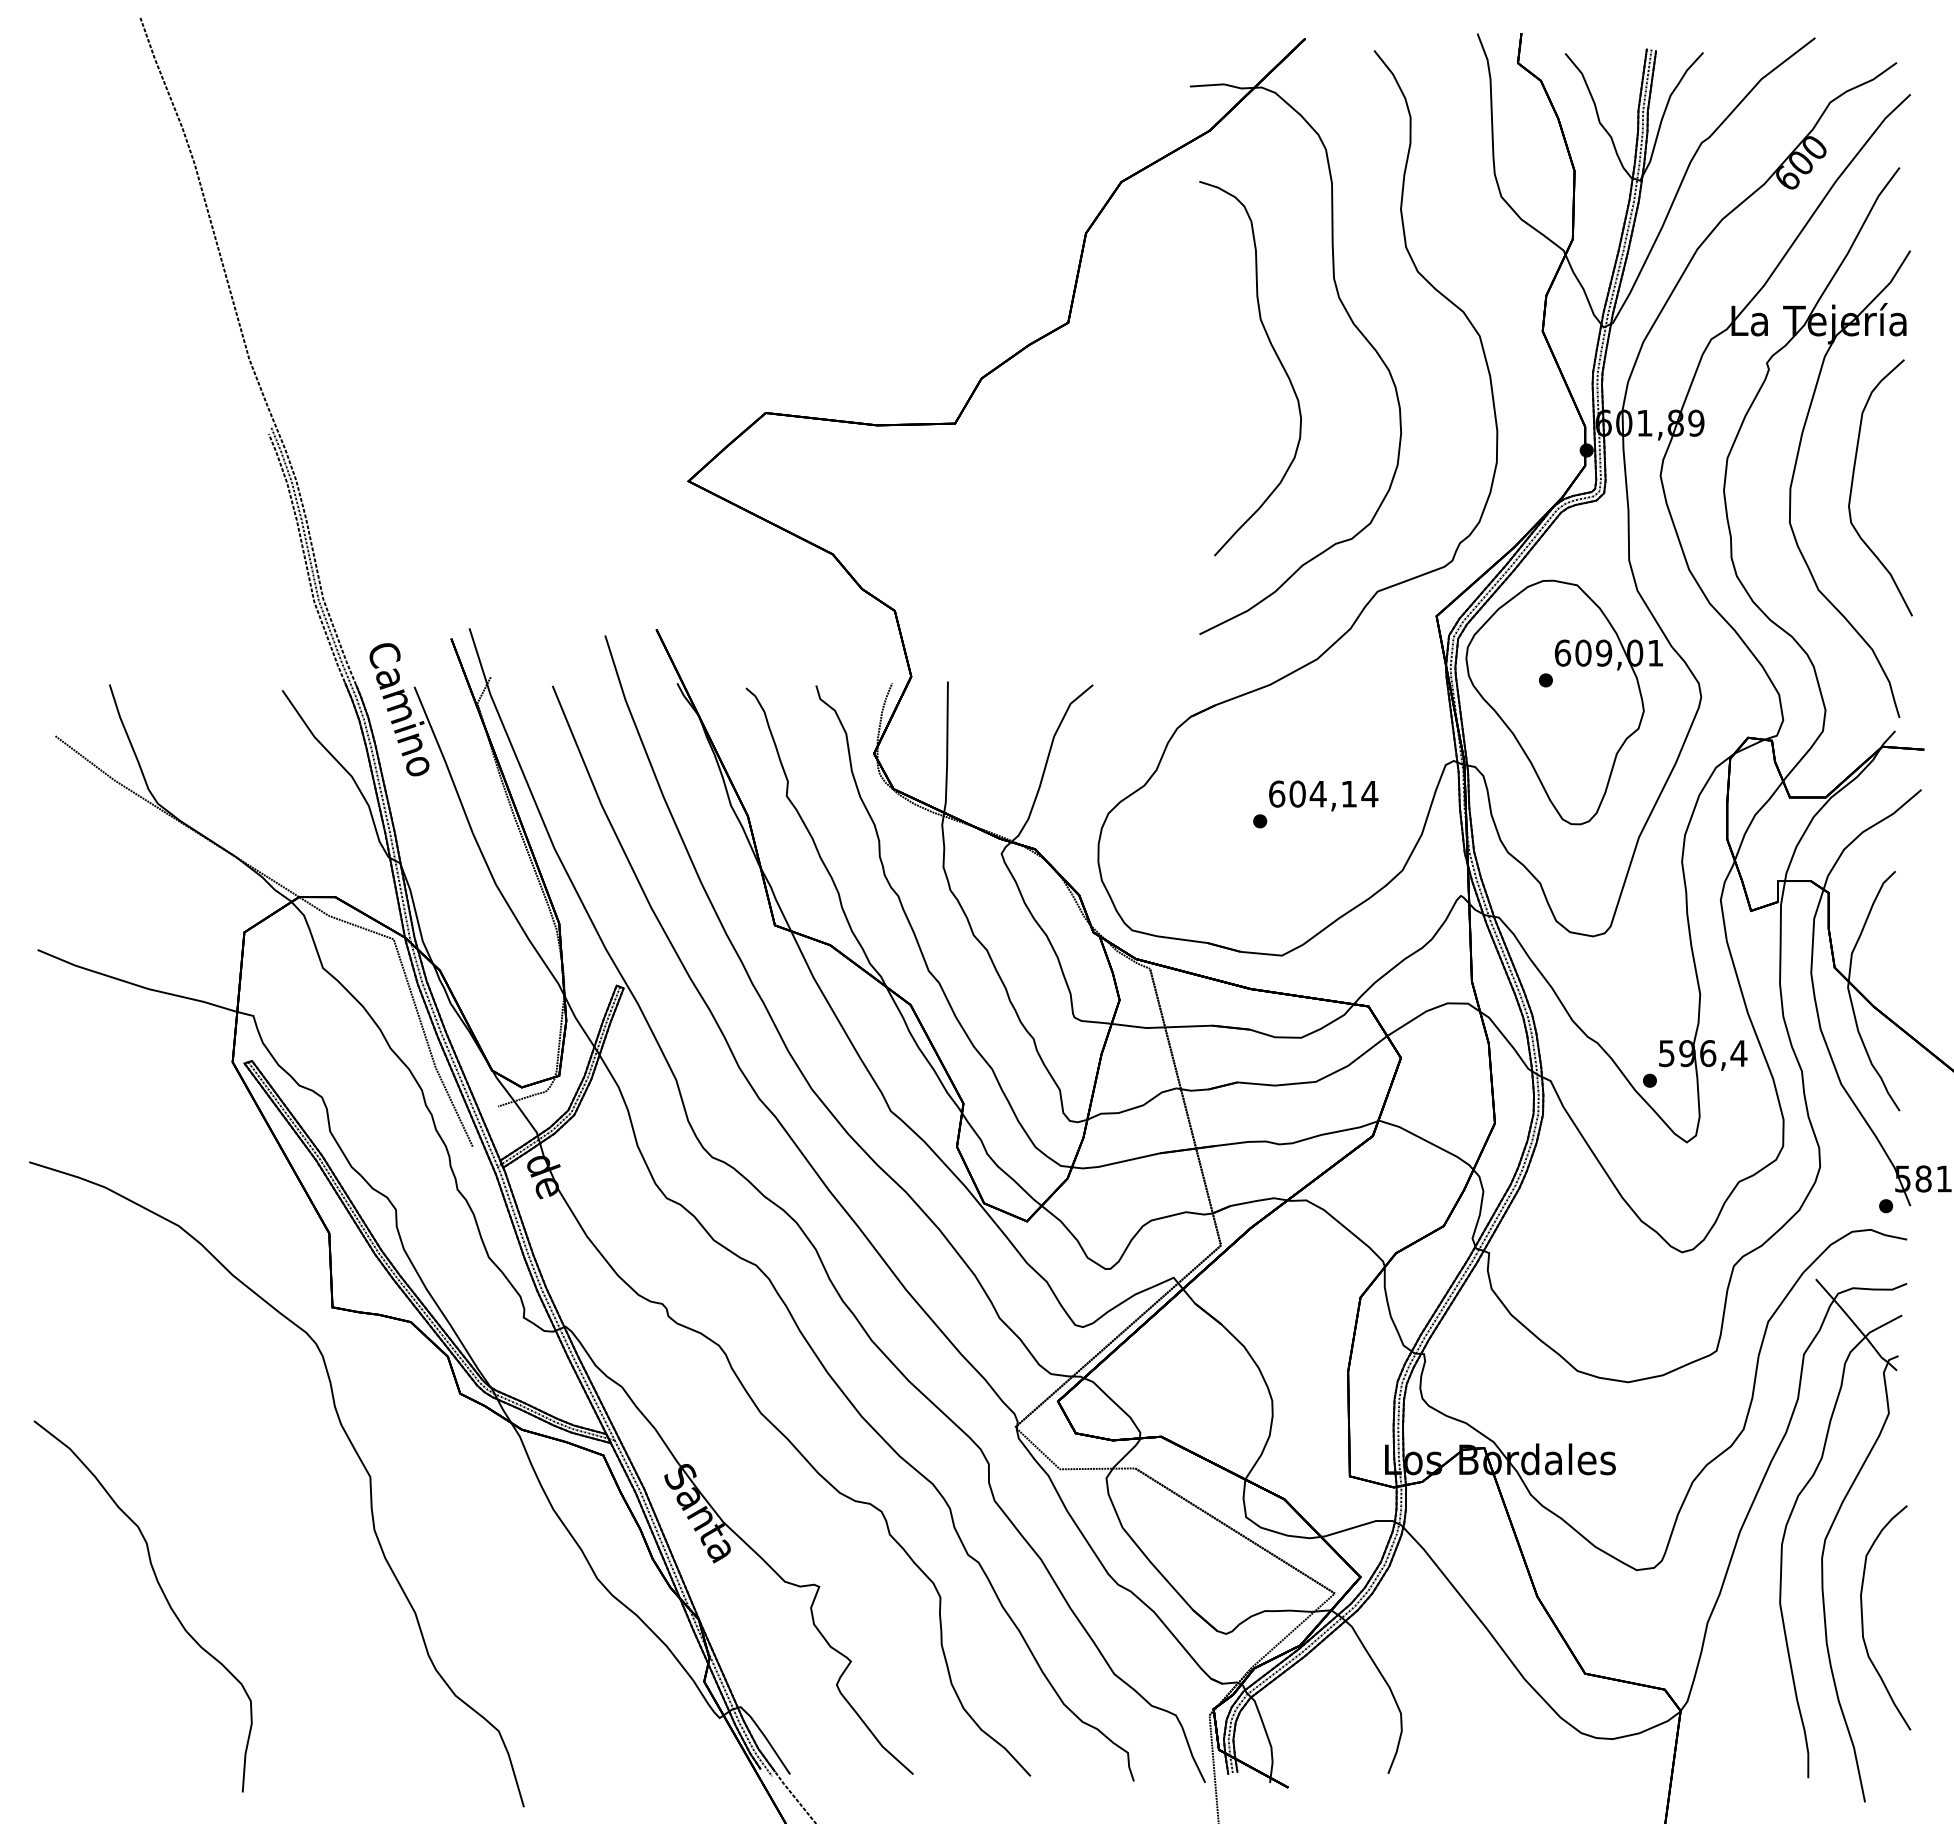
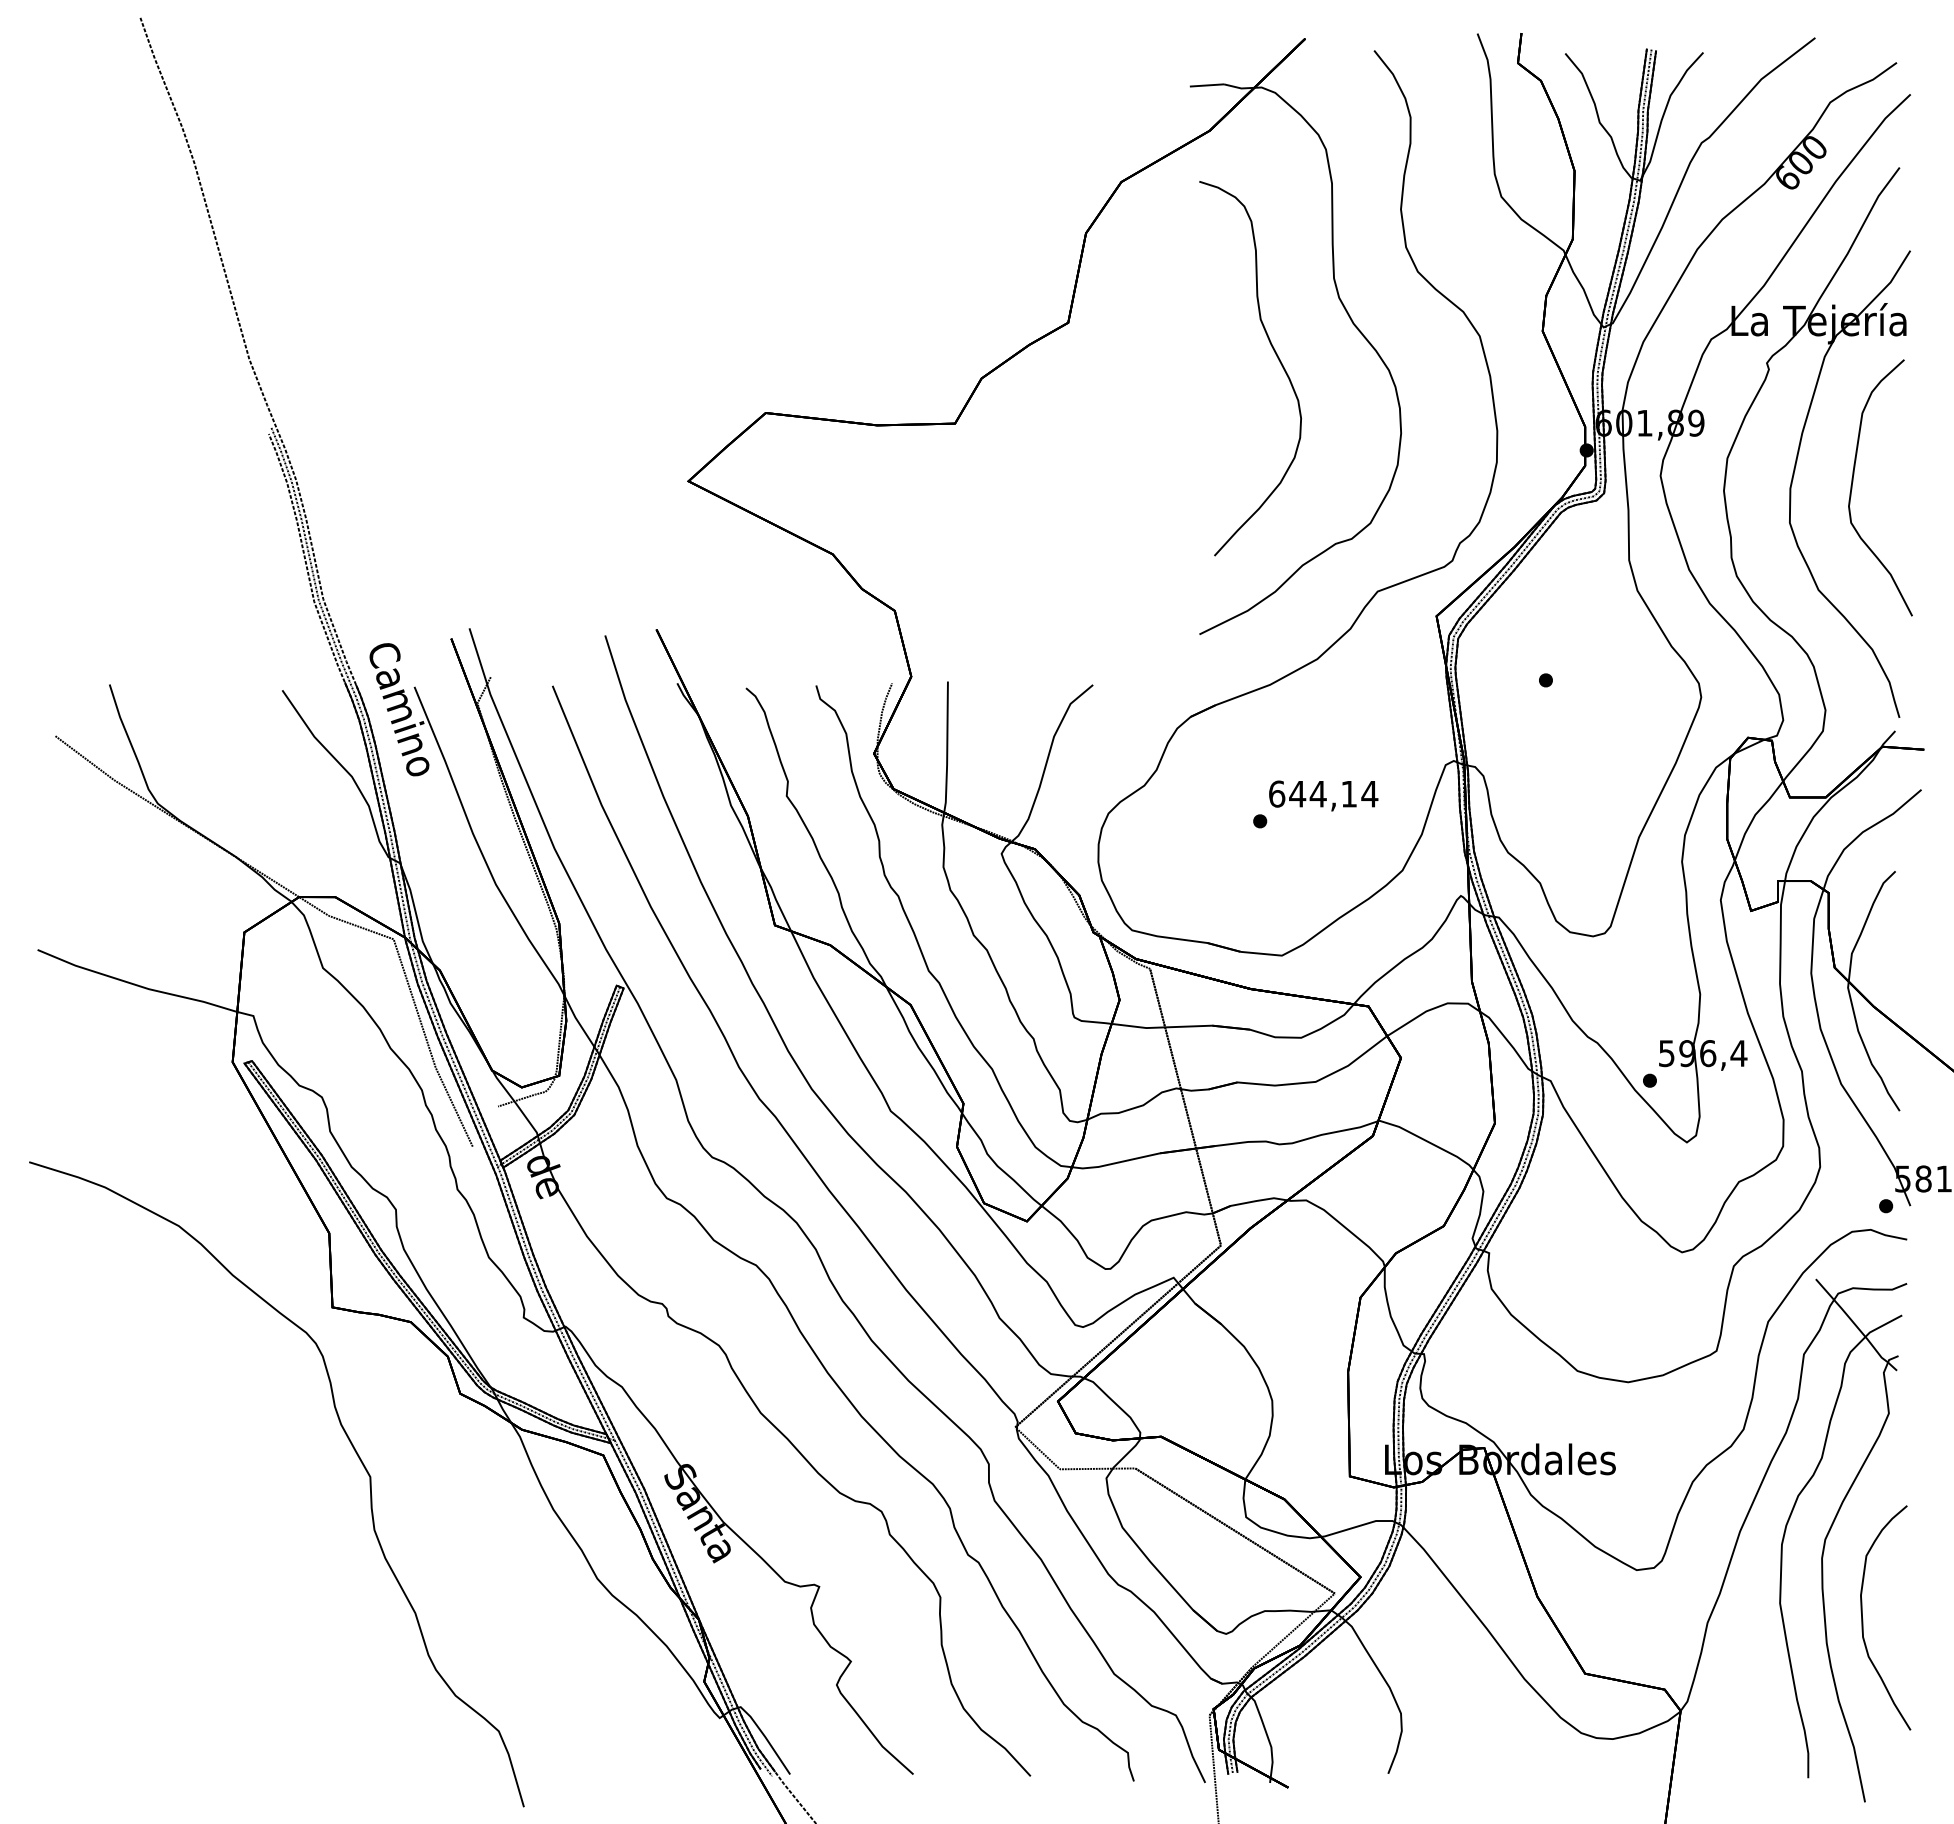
part at (1563, 702): present -> none
text at (1297, 793): 604,14 -> 644,14
part at (163, 1595): present -> none
